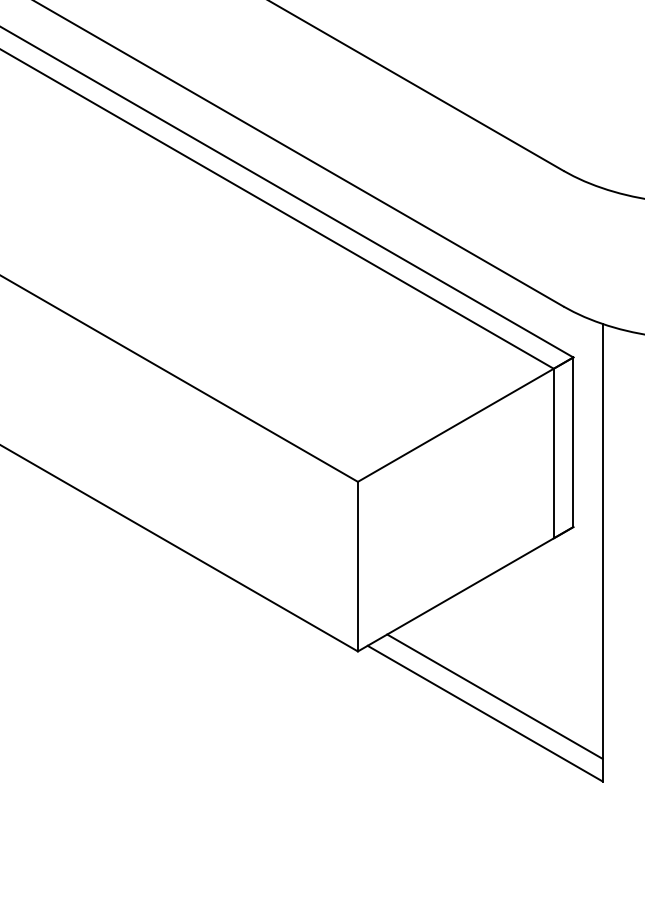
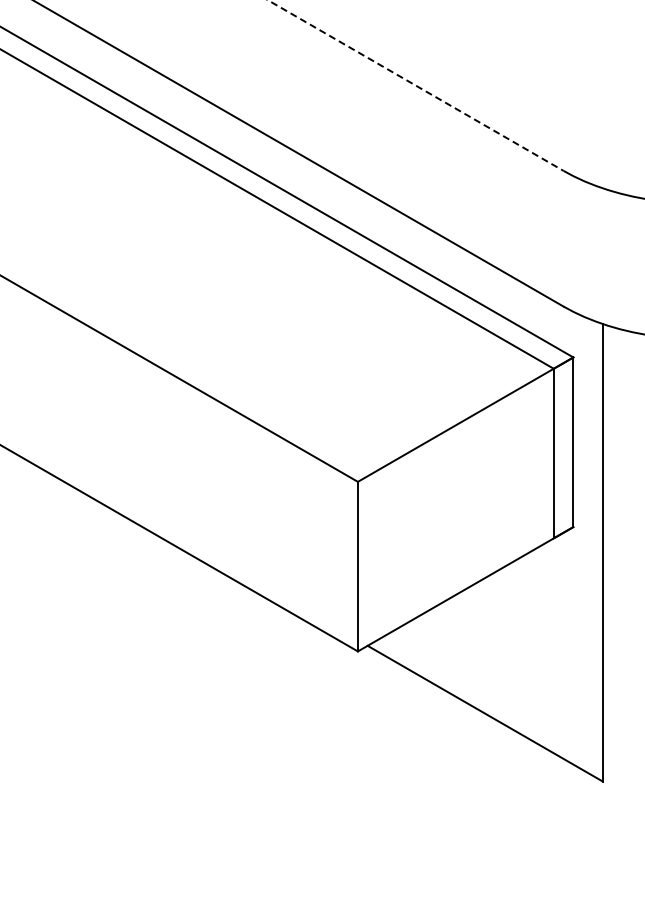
line at (415, 85): solid -> dashed
line at (494, 696): present -> none
